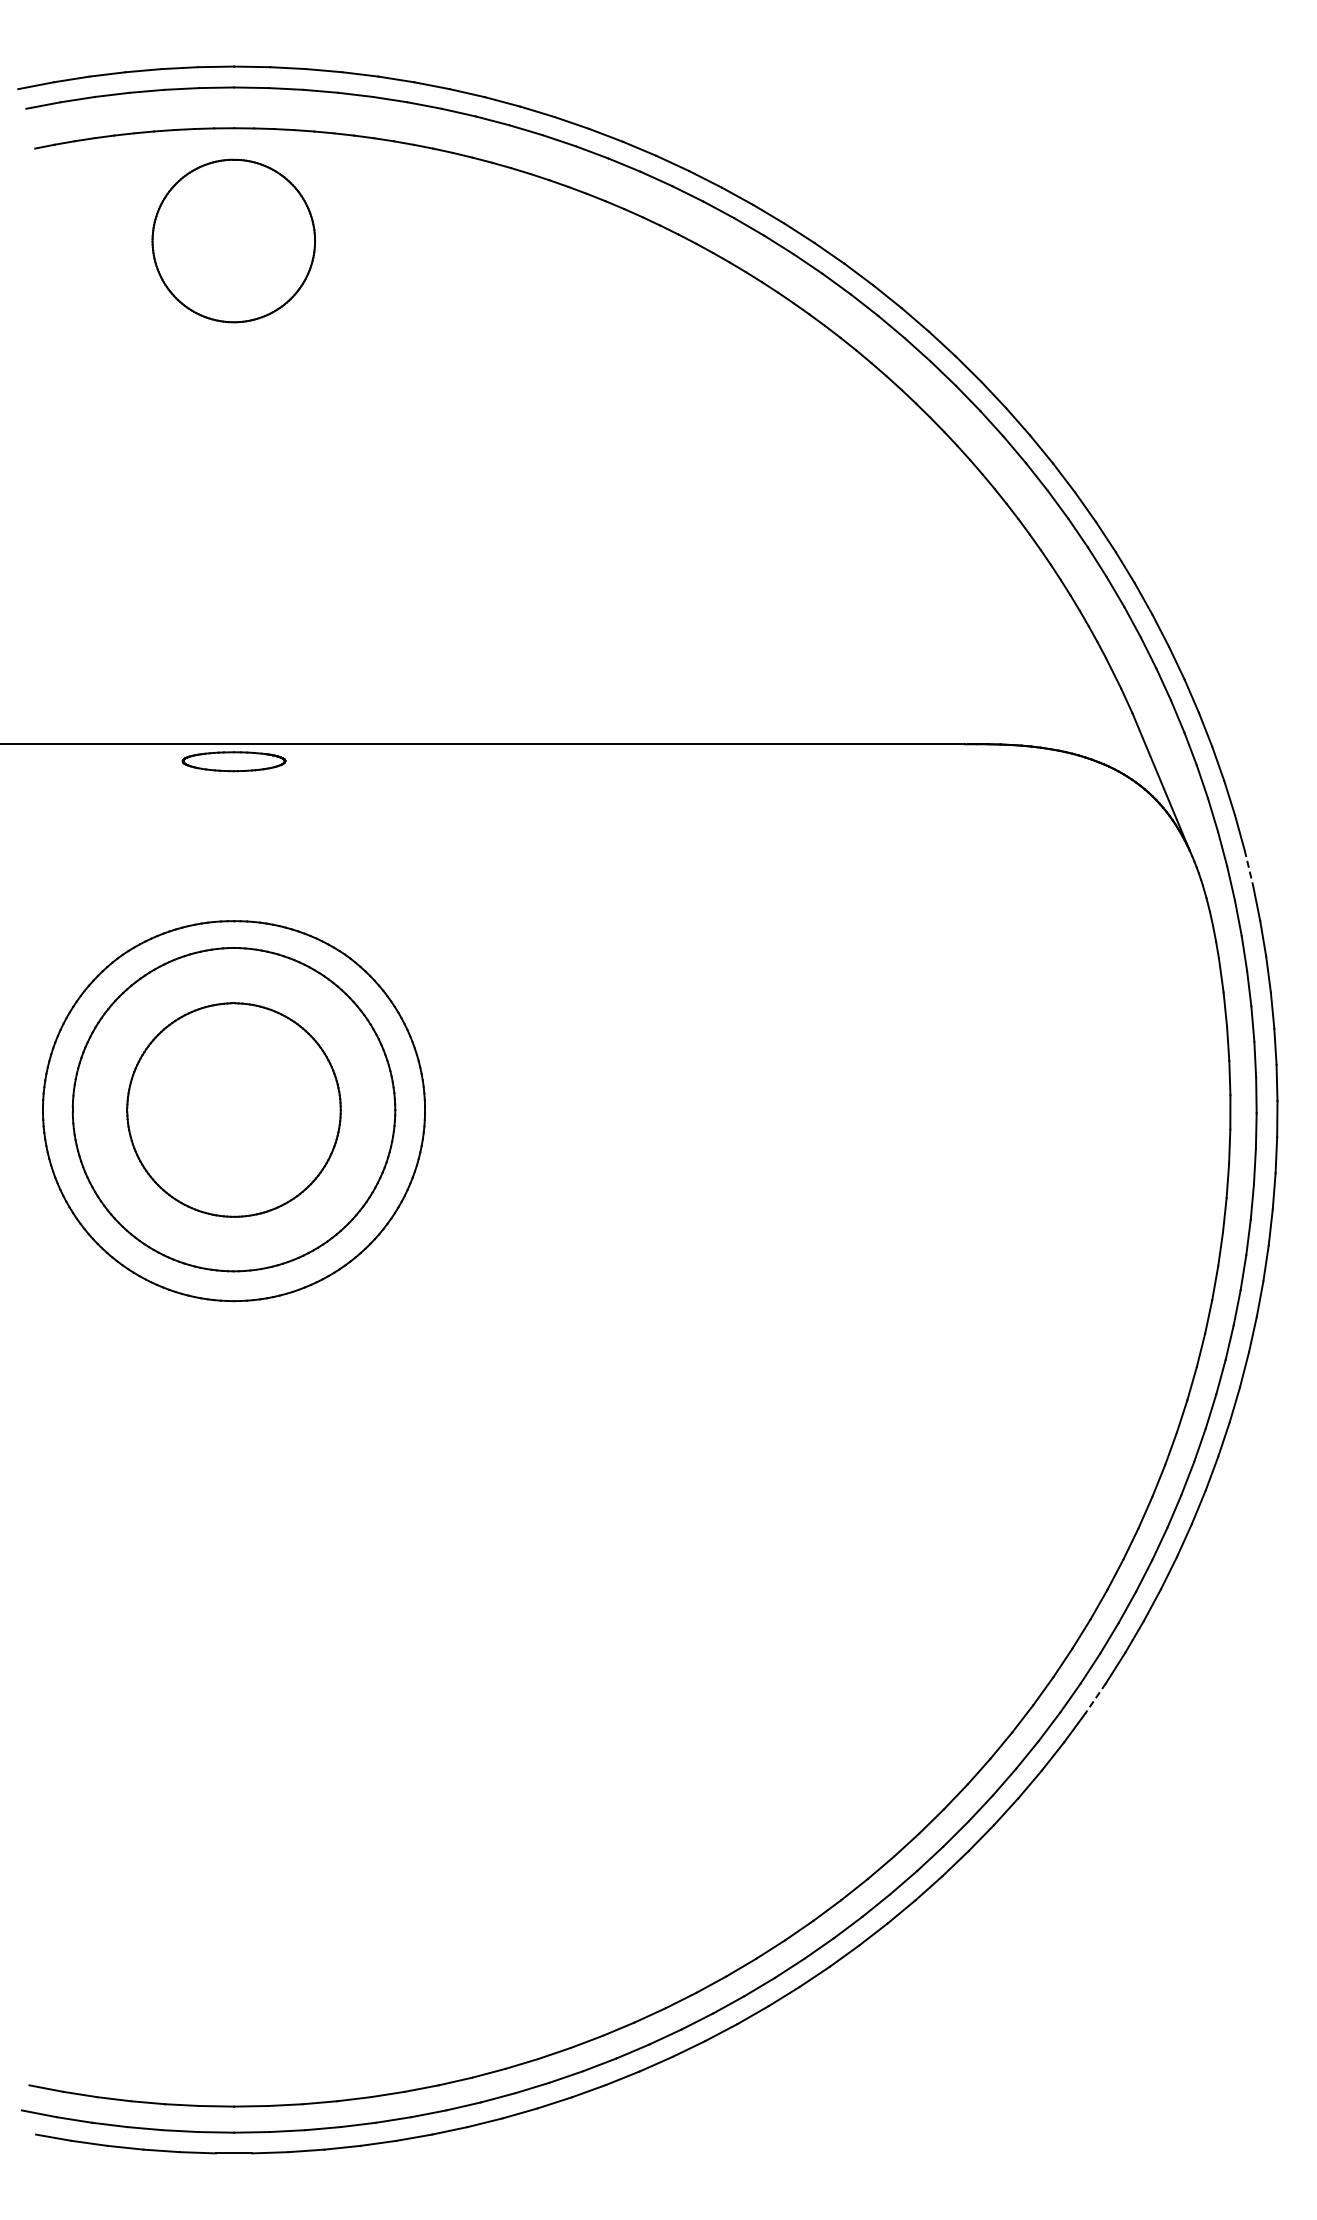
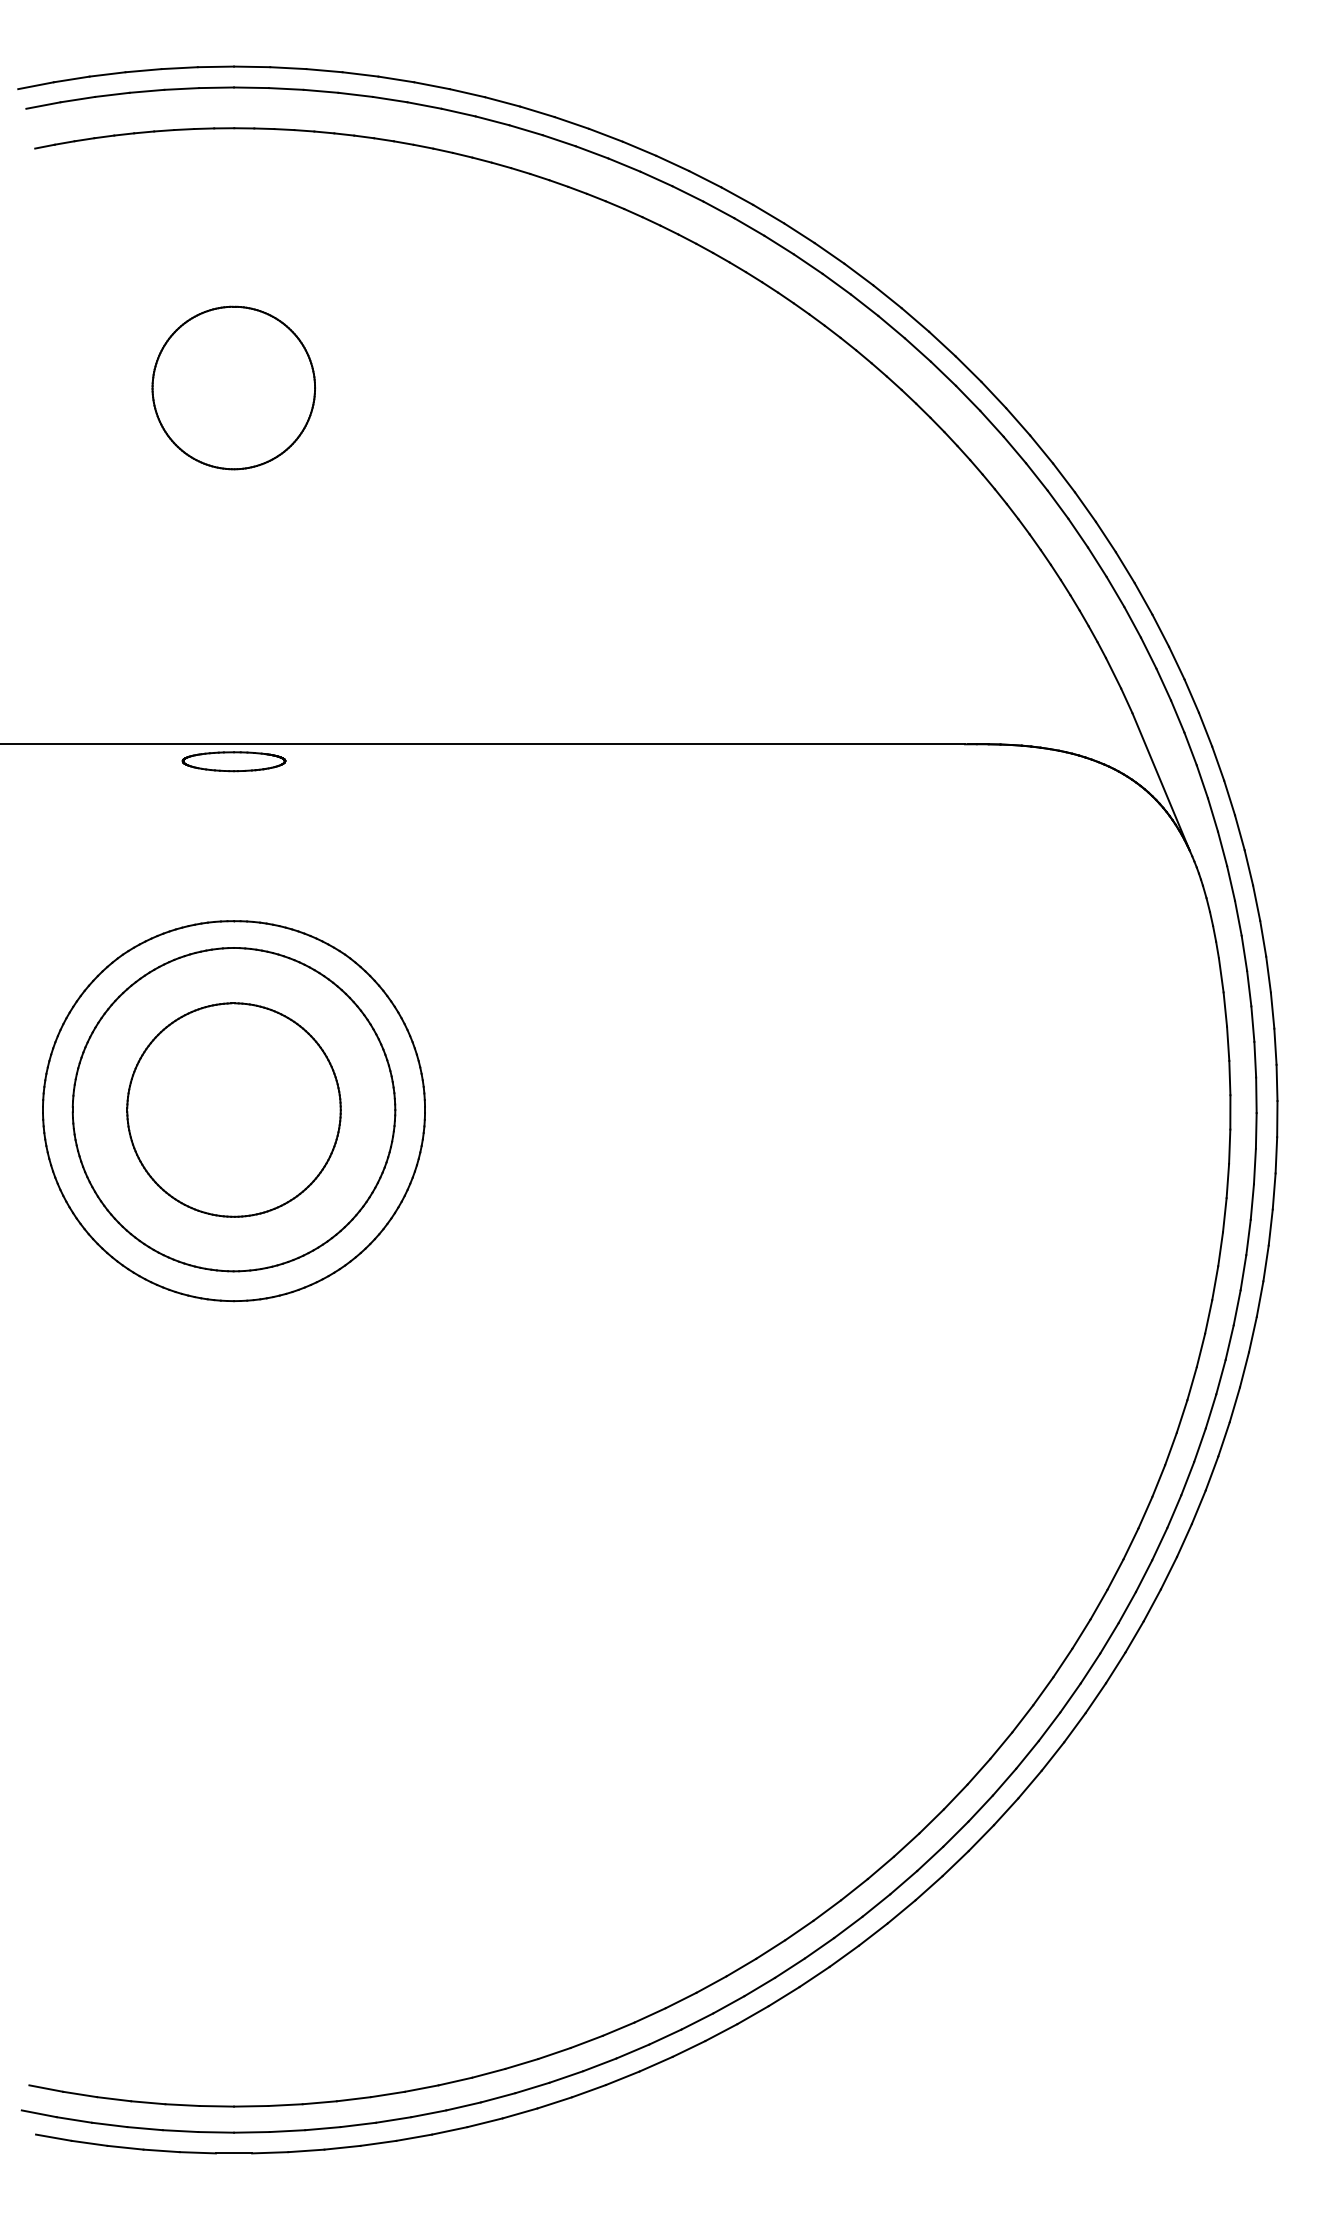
part at (233, 240) position: (233, 240) -> (233, 387)
line at (1248, 868): dashed -> solid
line at (1095, 1698): dashed -> solid
